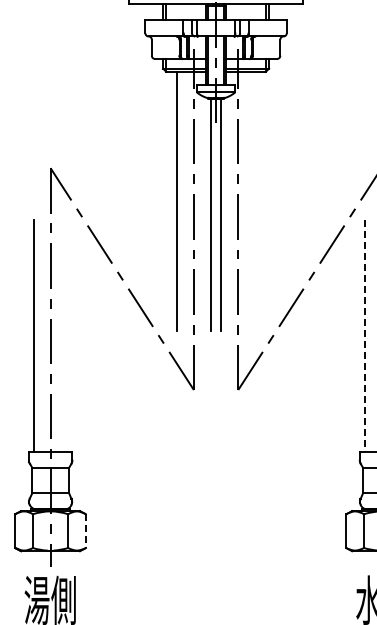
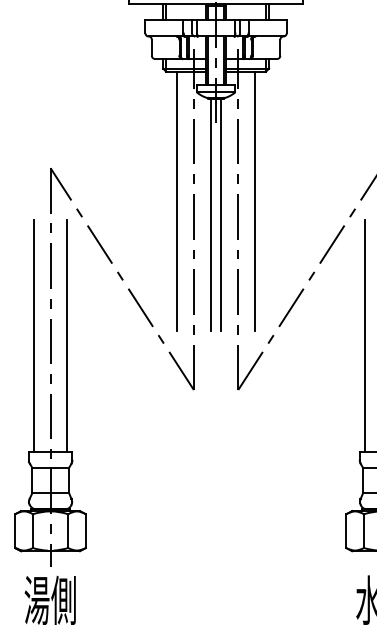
line at (255, 201): none -> present
line at (67, 335): none -> present
line at (364, 335): dashed -> solid
line at (85, 531): dashed -> solid
